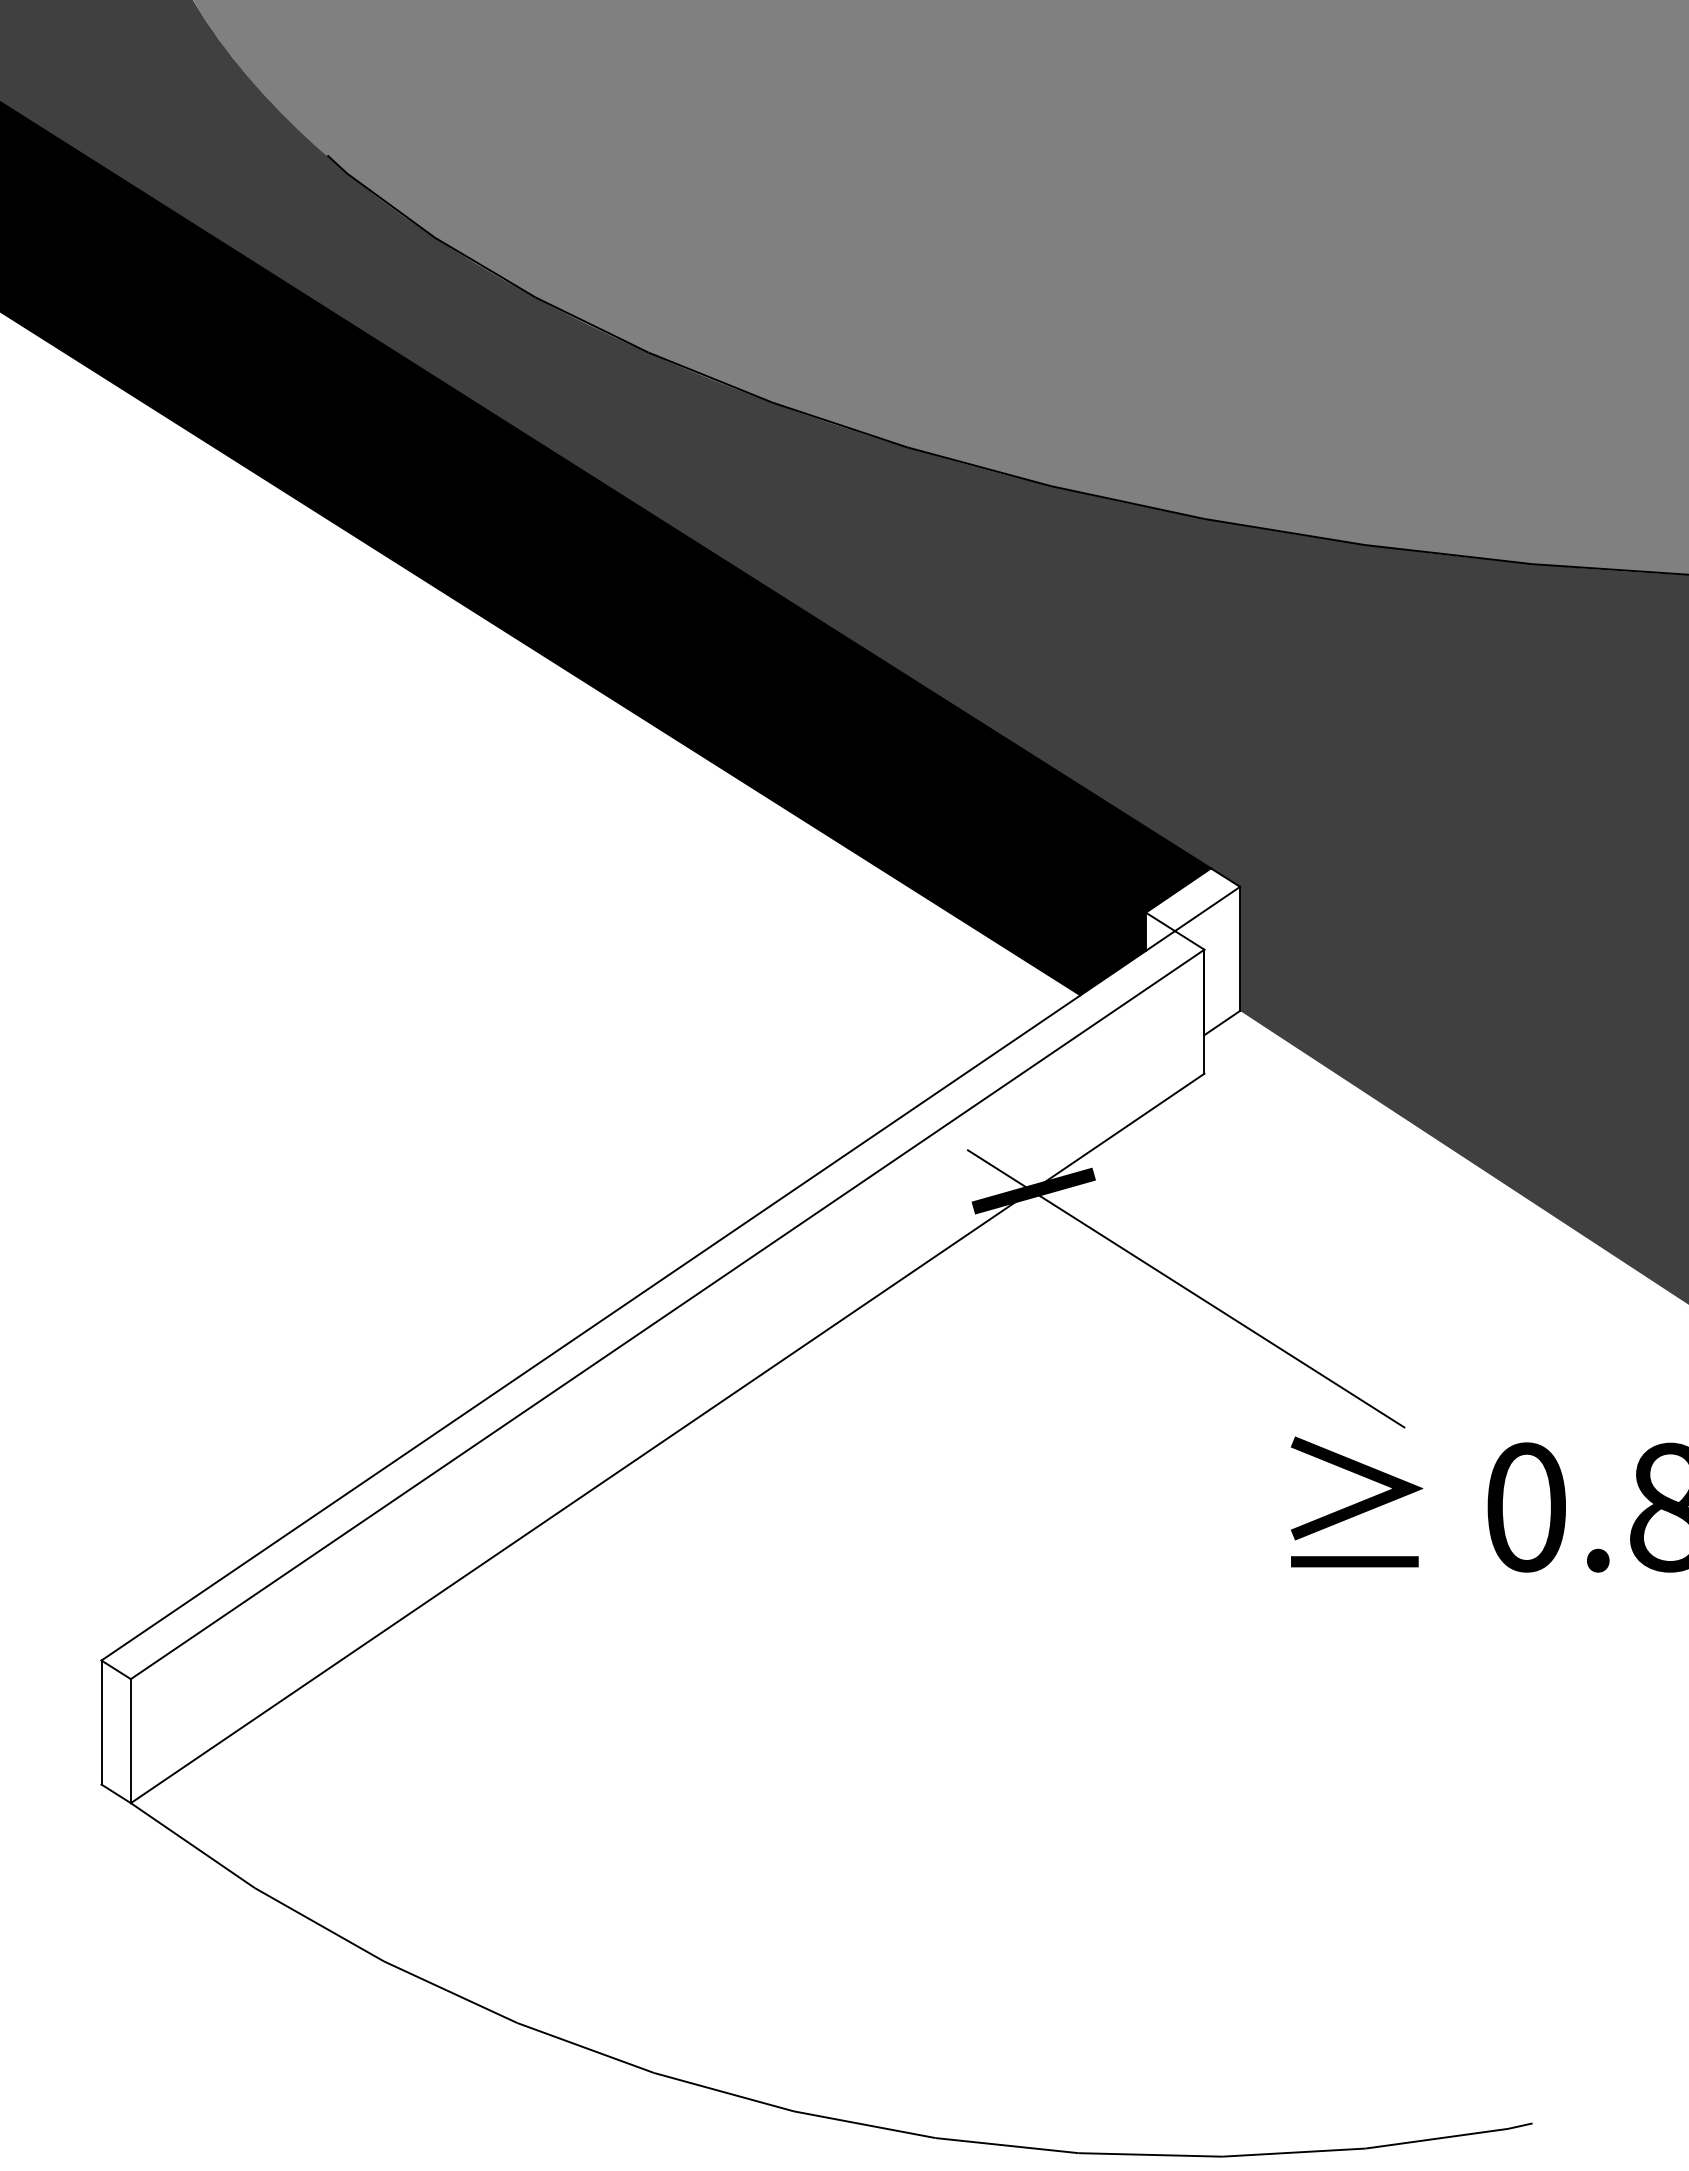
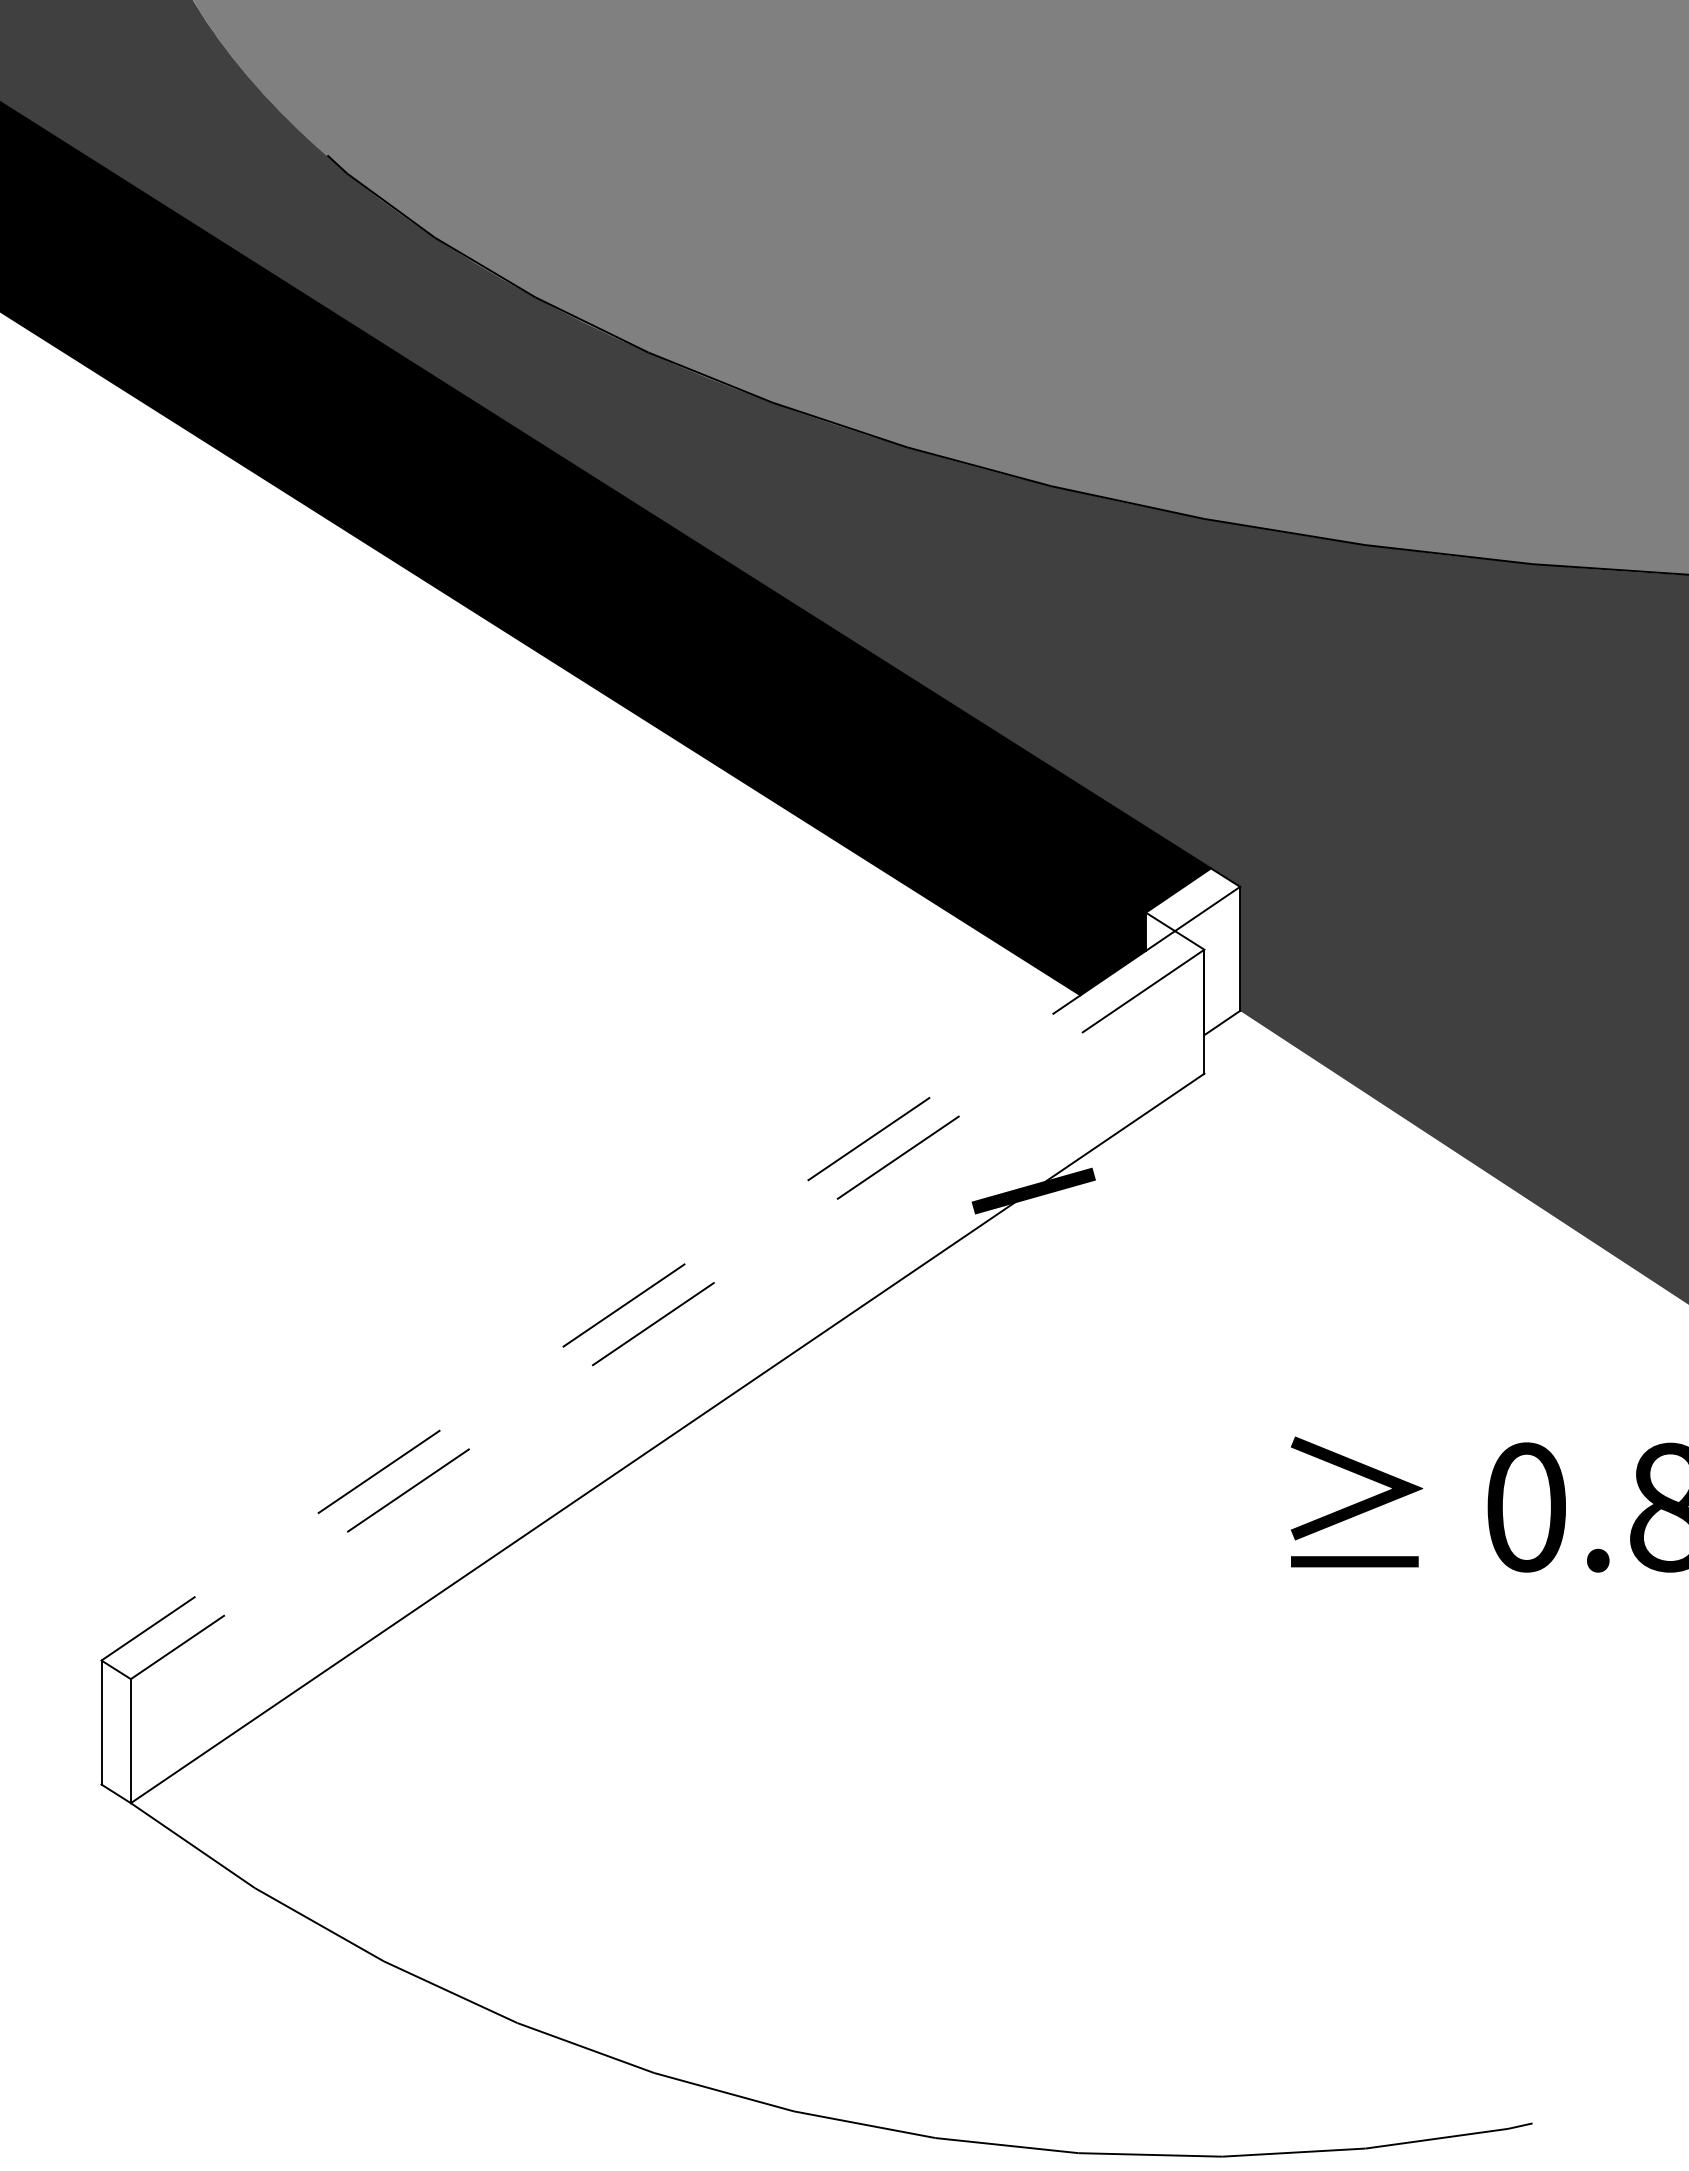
line at (1186, 1288): present -> none
line at (638, 1295): solid -> dashed
line at (667, 1314): solid -> dashed
